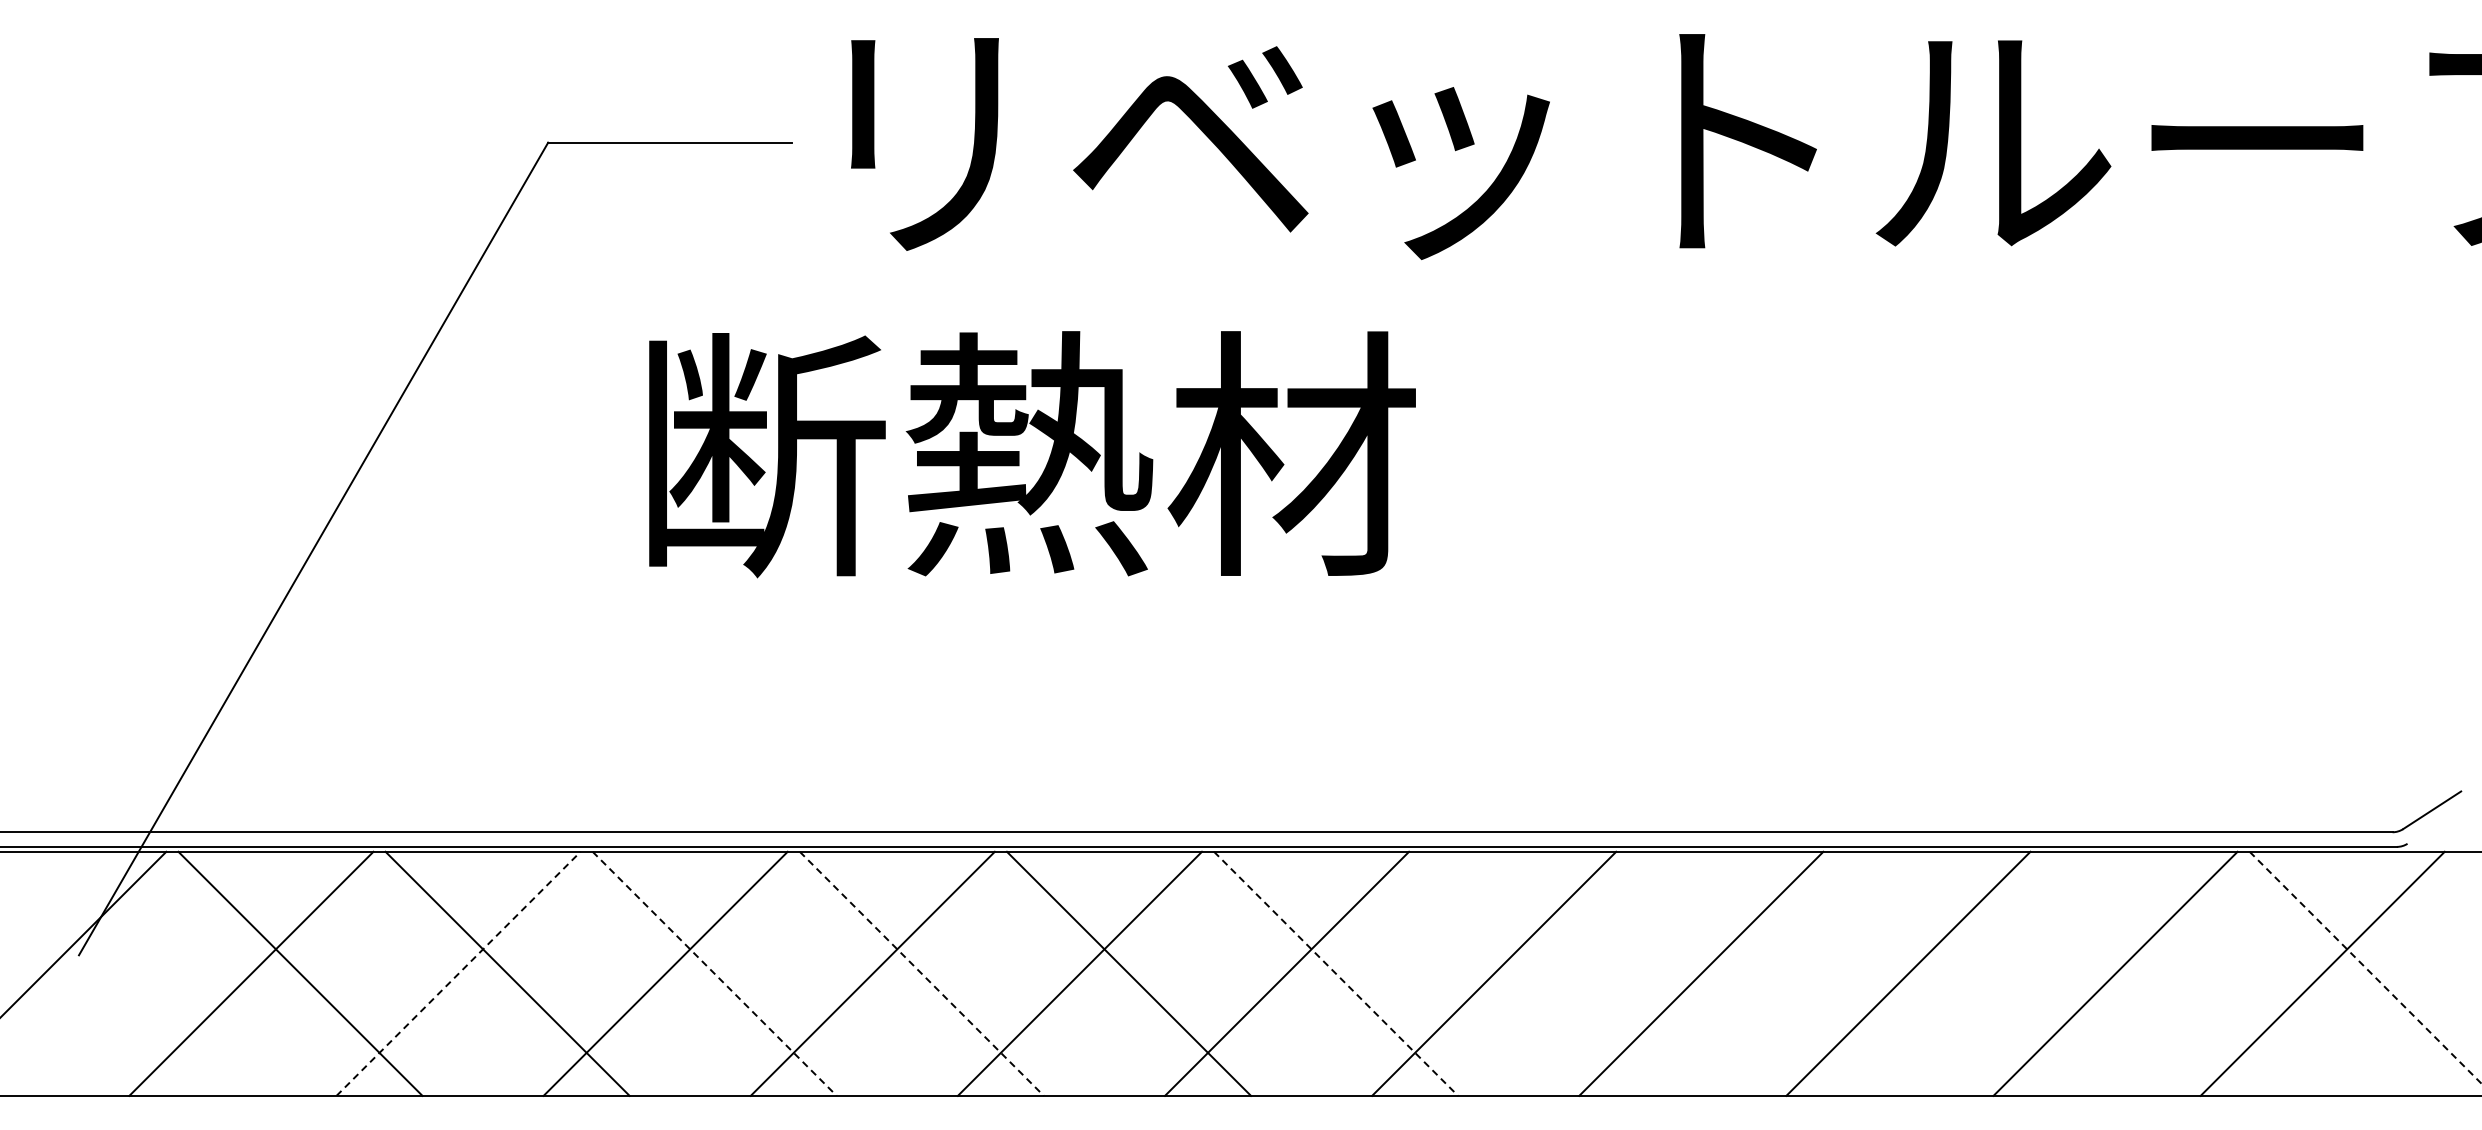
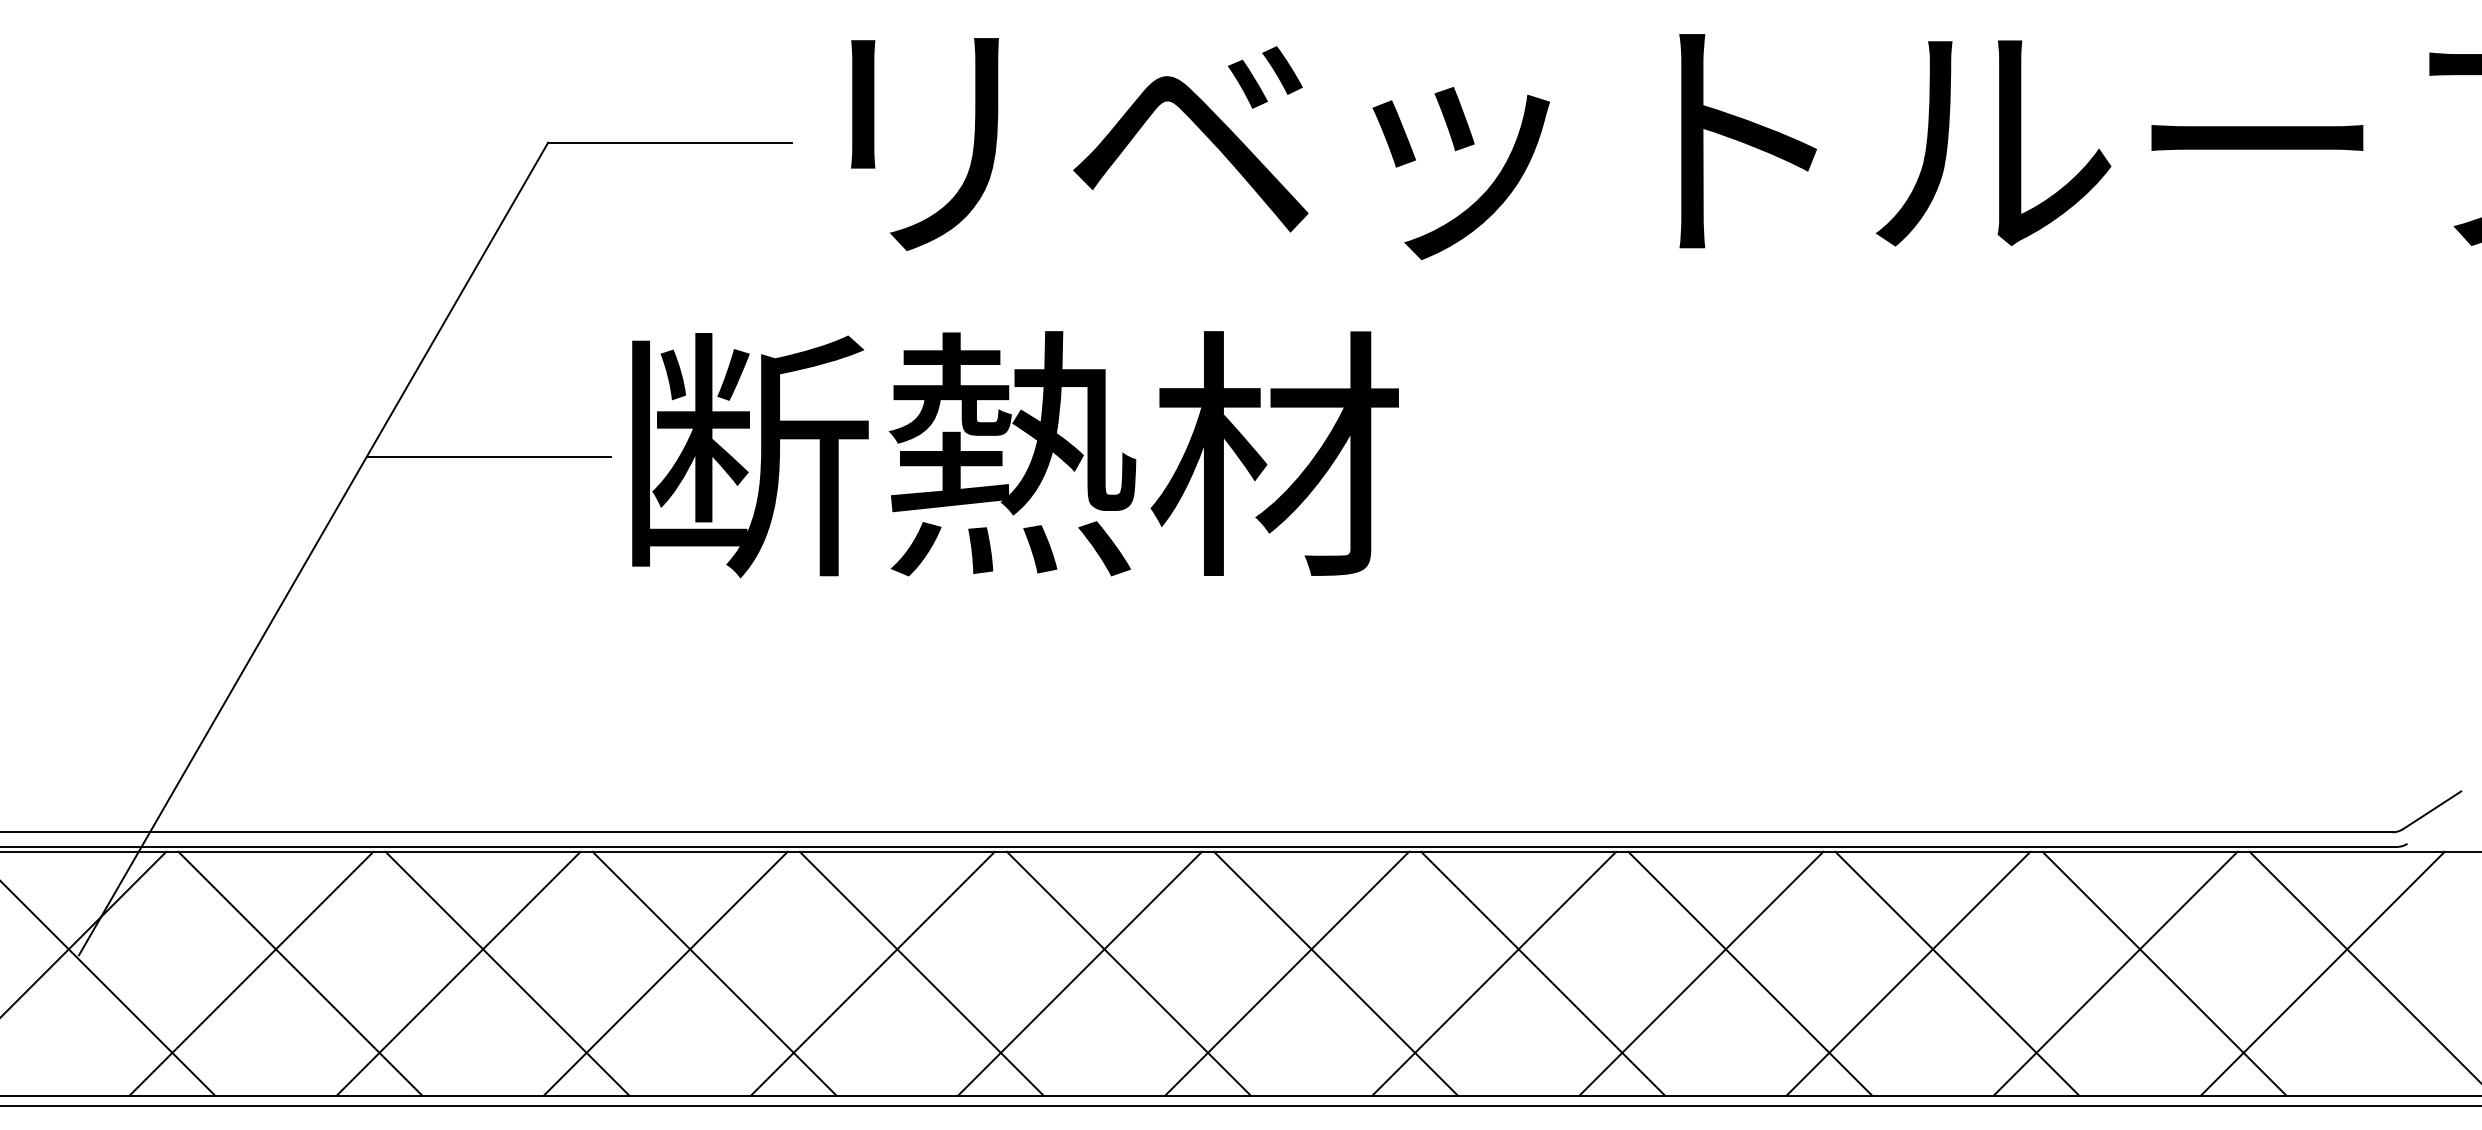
text at (1032, 454) position: (1032, 454) -> (1015, 454)
line at (488, 457): none -> present
line at (2366, 968): dashed -> solid
line at (458, 973): dashed -> solid
line at (714, 973): dashed -> solid
line at (921, 973): dashed -> solid
line at (1336, 973): dashed -> solid
line at (1543, 973): none -> present
line at (1750, 973): none -> present
line at (1957, 973): none -> present
line at (2164, 973): none -> present
line at (108, 988): none -> present
line at (1240, 1105): none -> present
